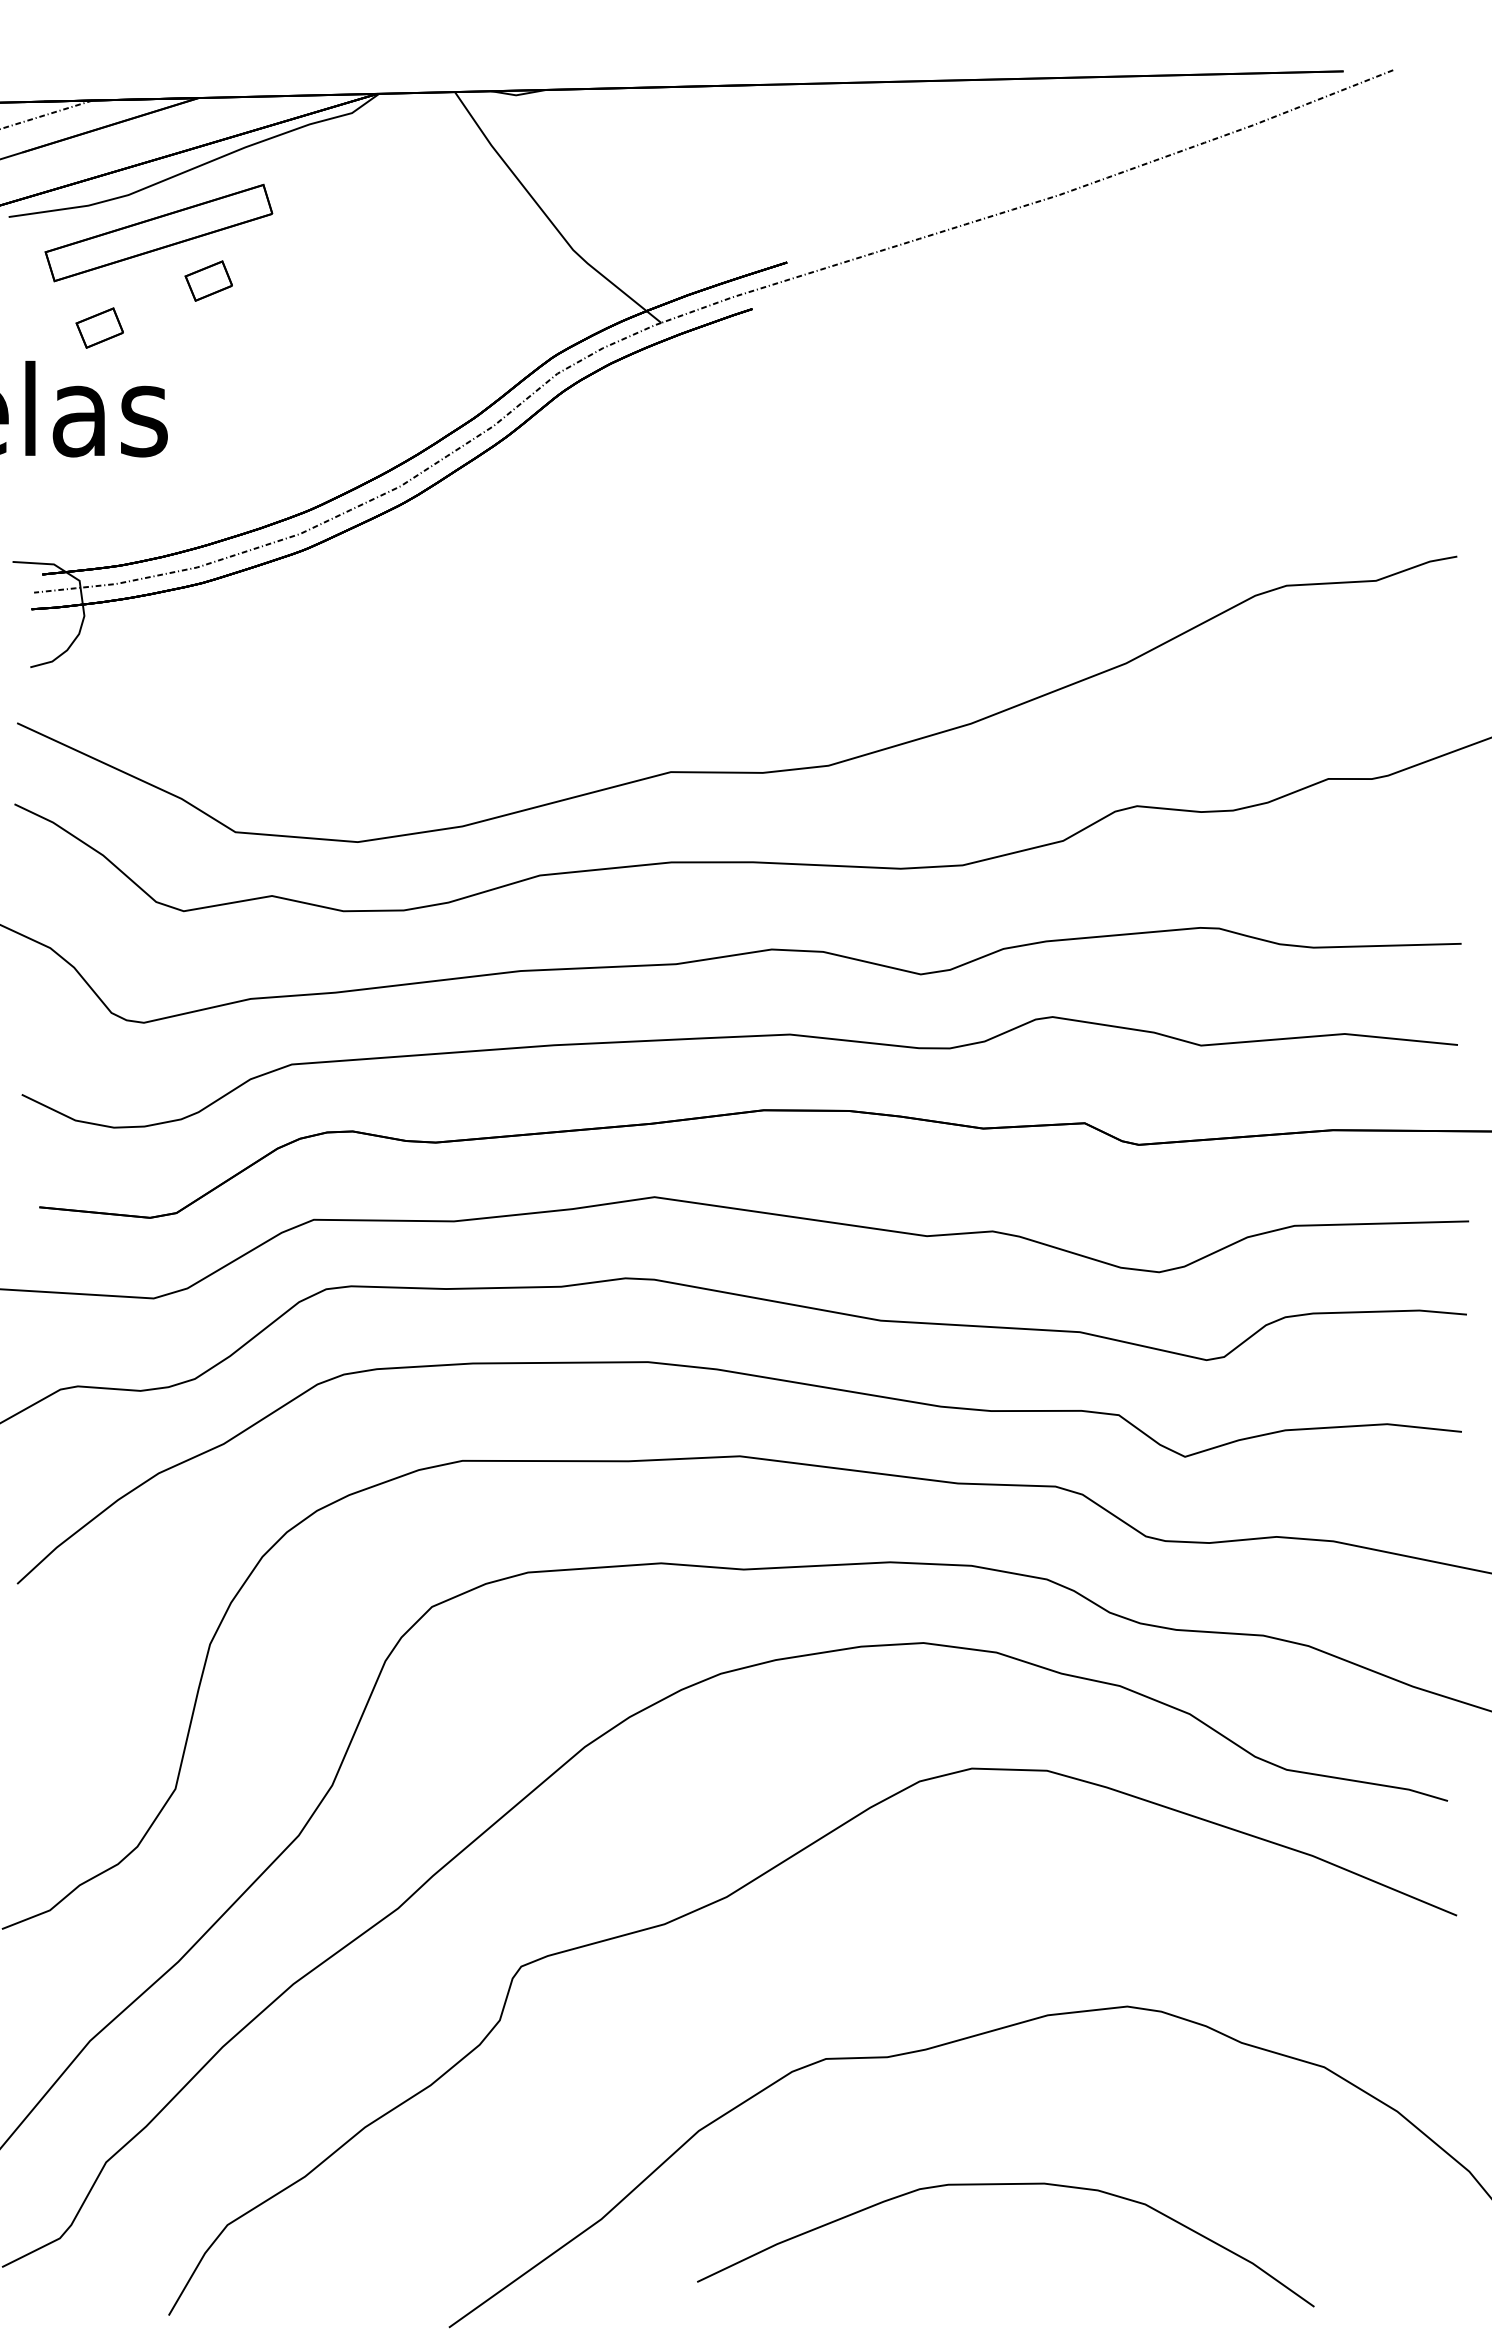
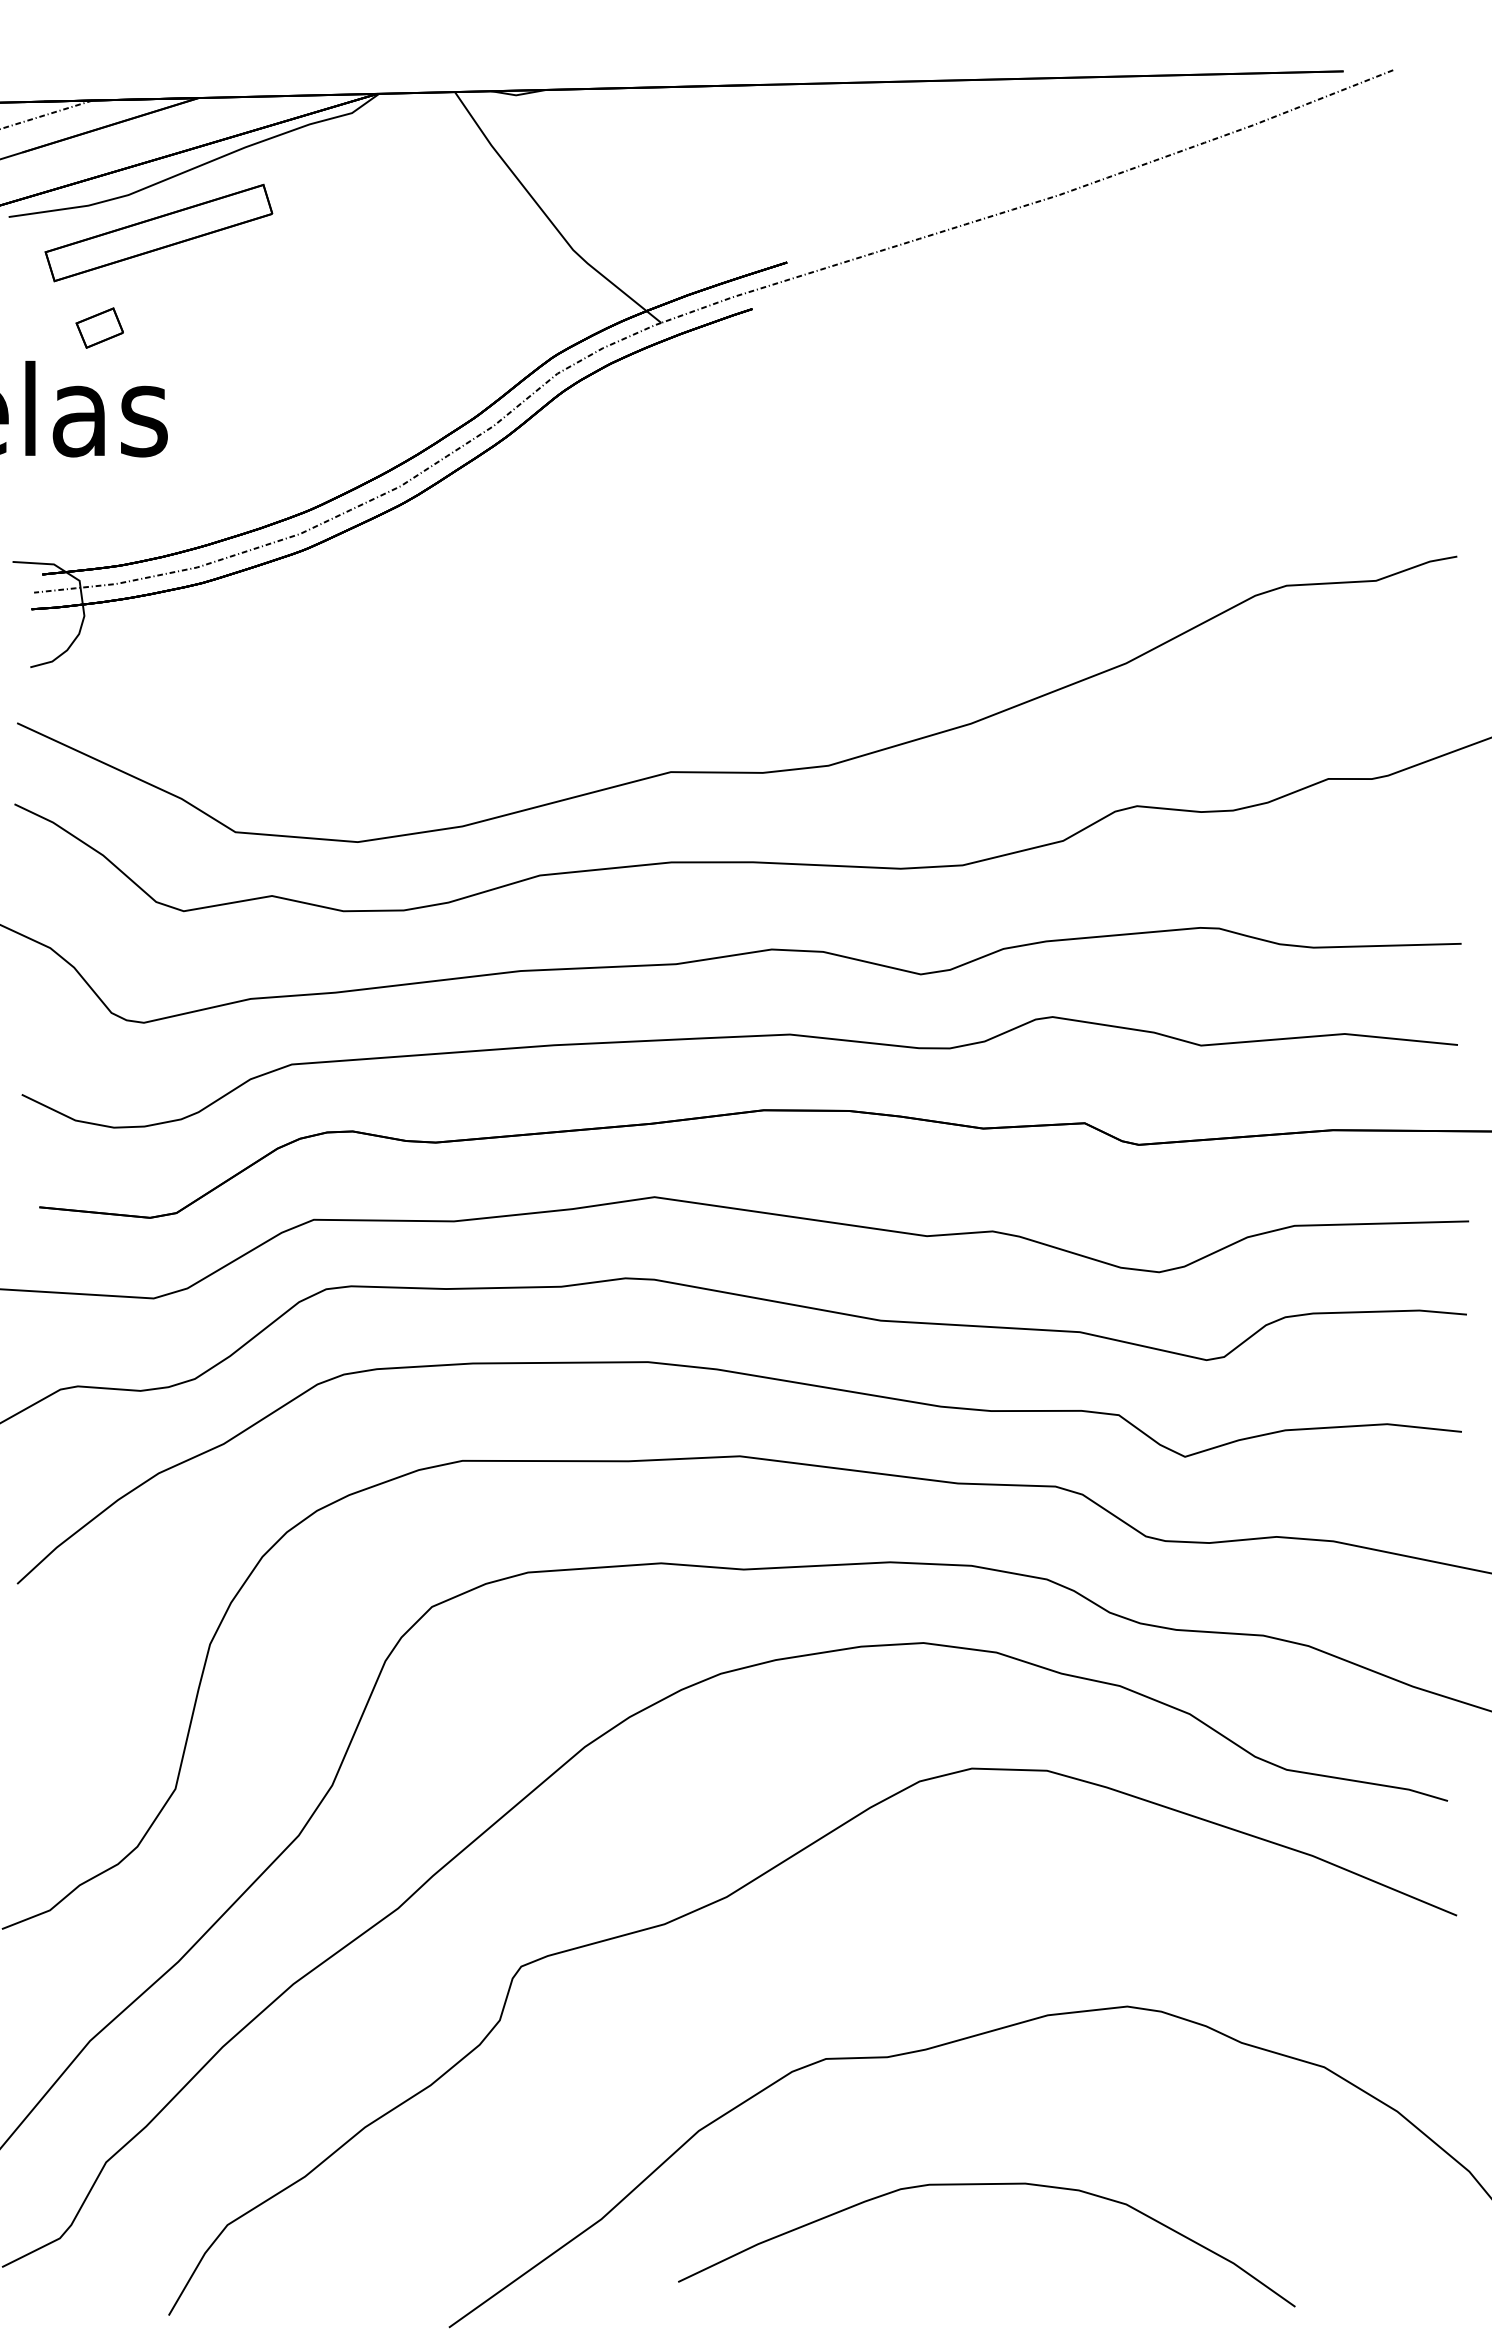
part at (208, 280): present -> none
curve at (997, 2185) position: (997, 2185) -> (978, 2185)
